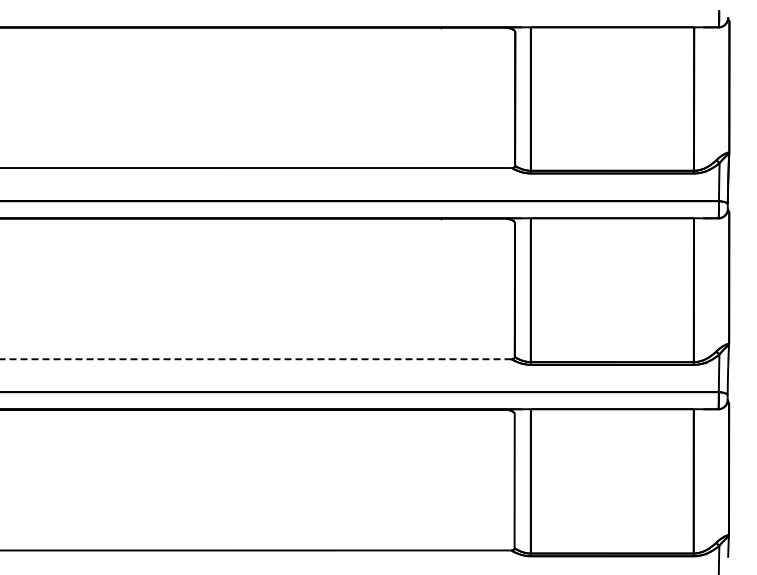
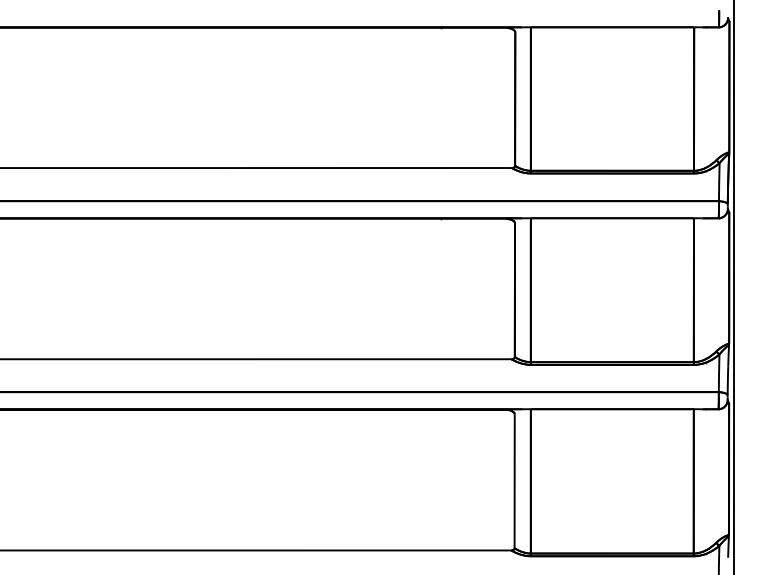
line at (734, 286): none -> present
line at (255, 359): dashed -> solid
